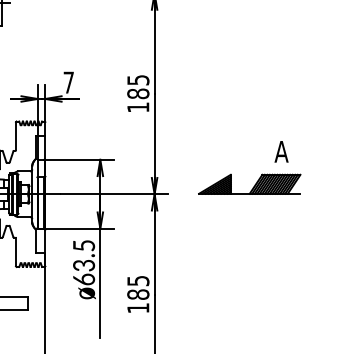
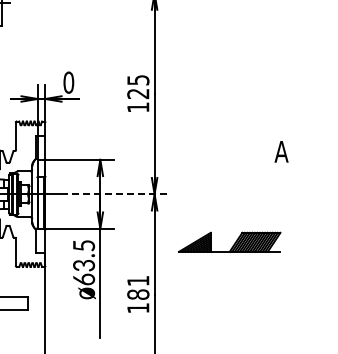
text at (68, 82): 7 -> 0
text at (138, 93): 185 -> 125
part at (249, 183) position: (249, 183) -> (229, 241)
line at (114, 194): solid -> dashed
text at (138, 281): 185 -> 181
